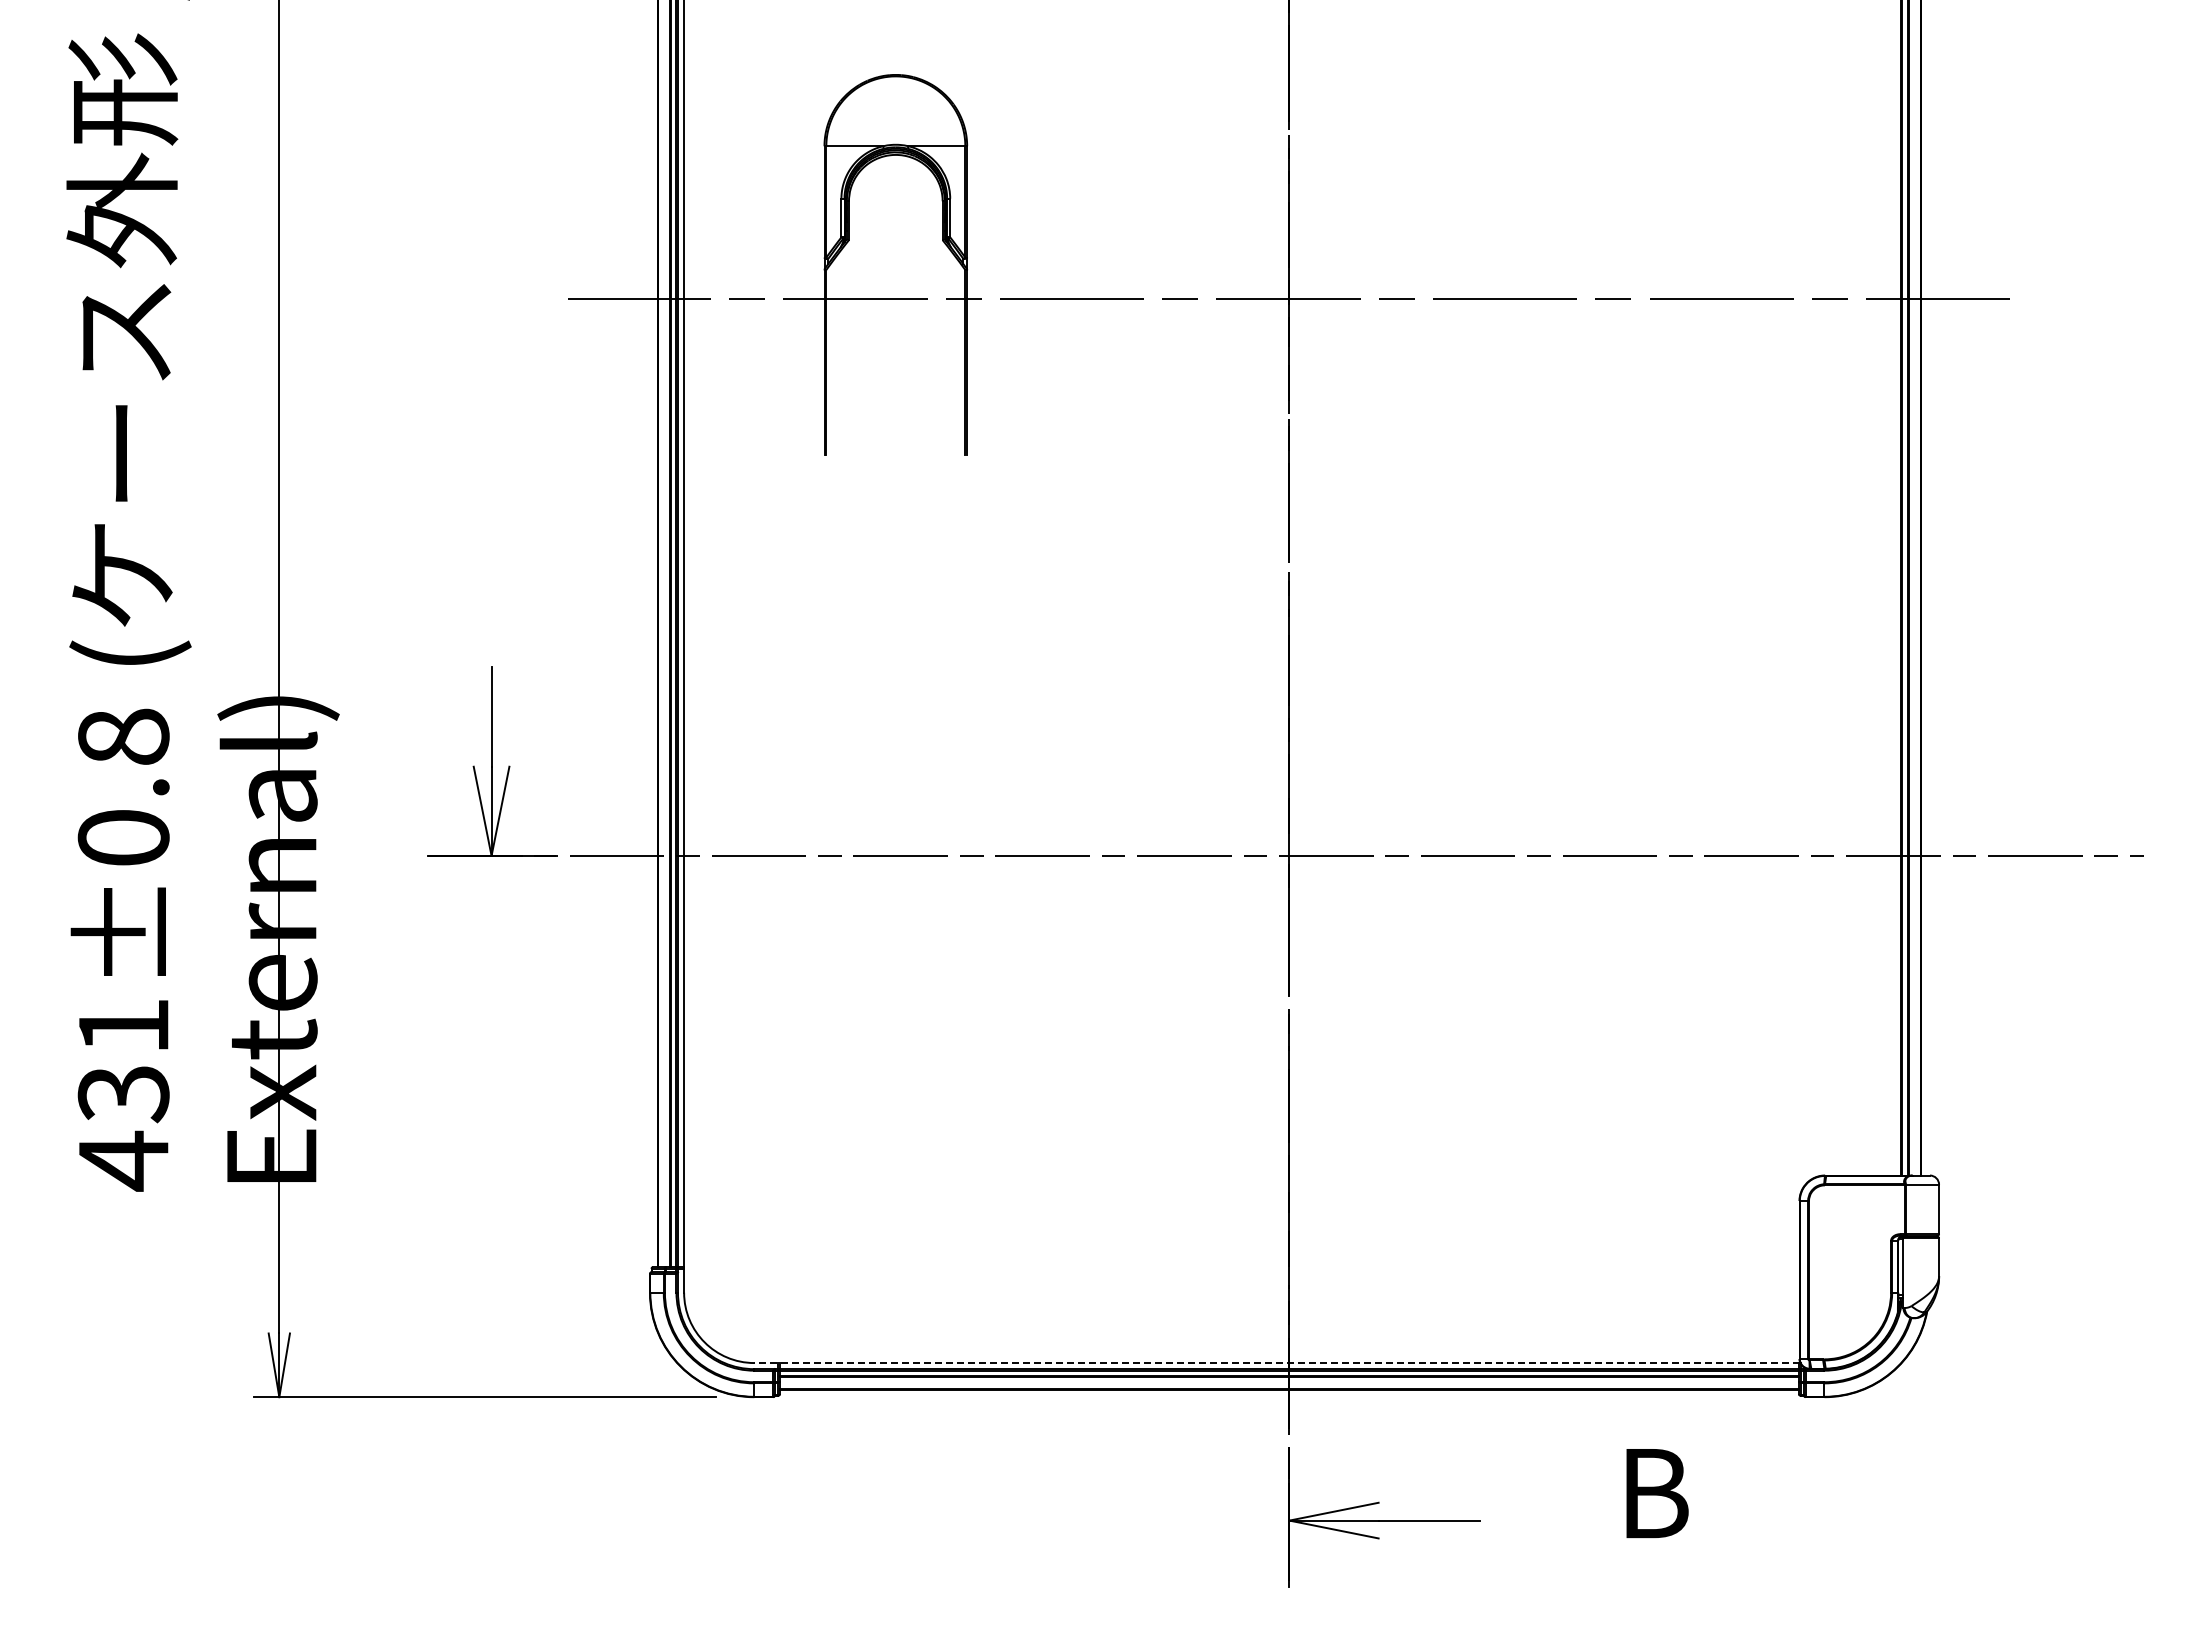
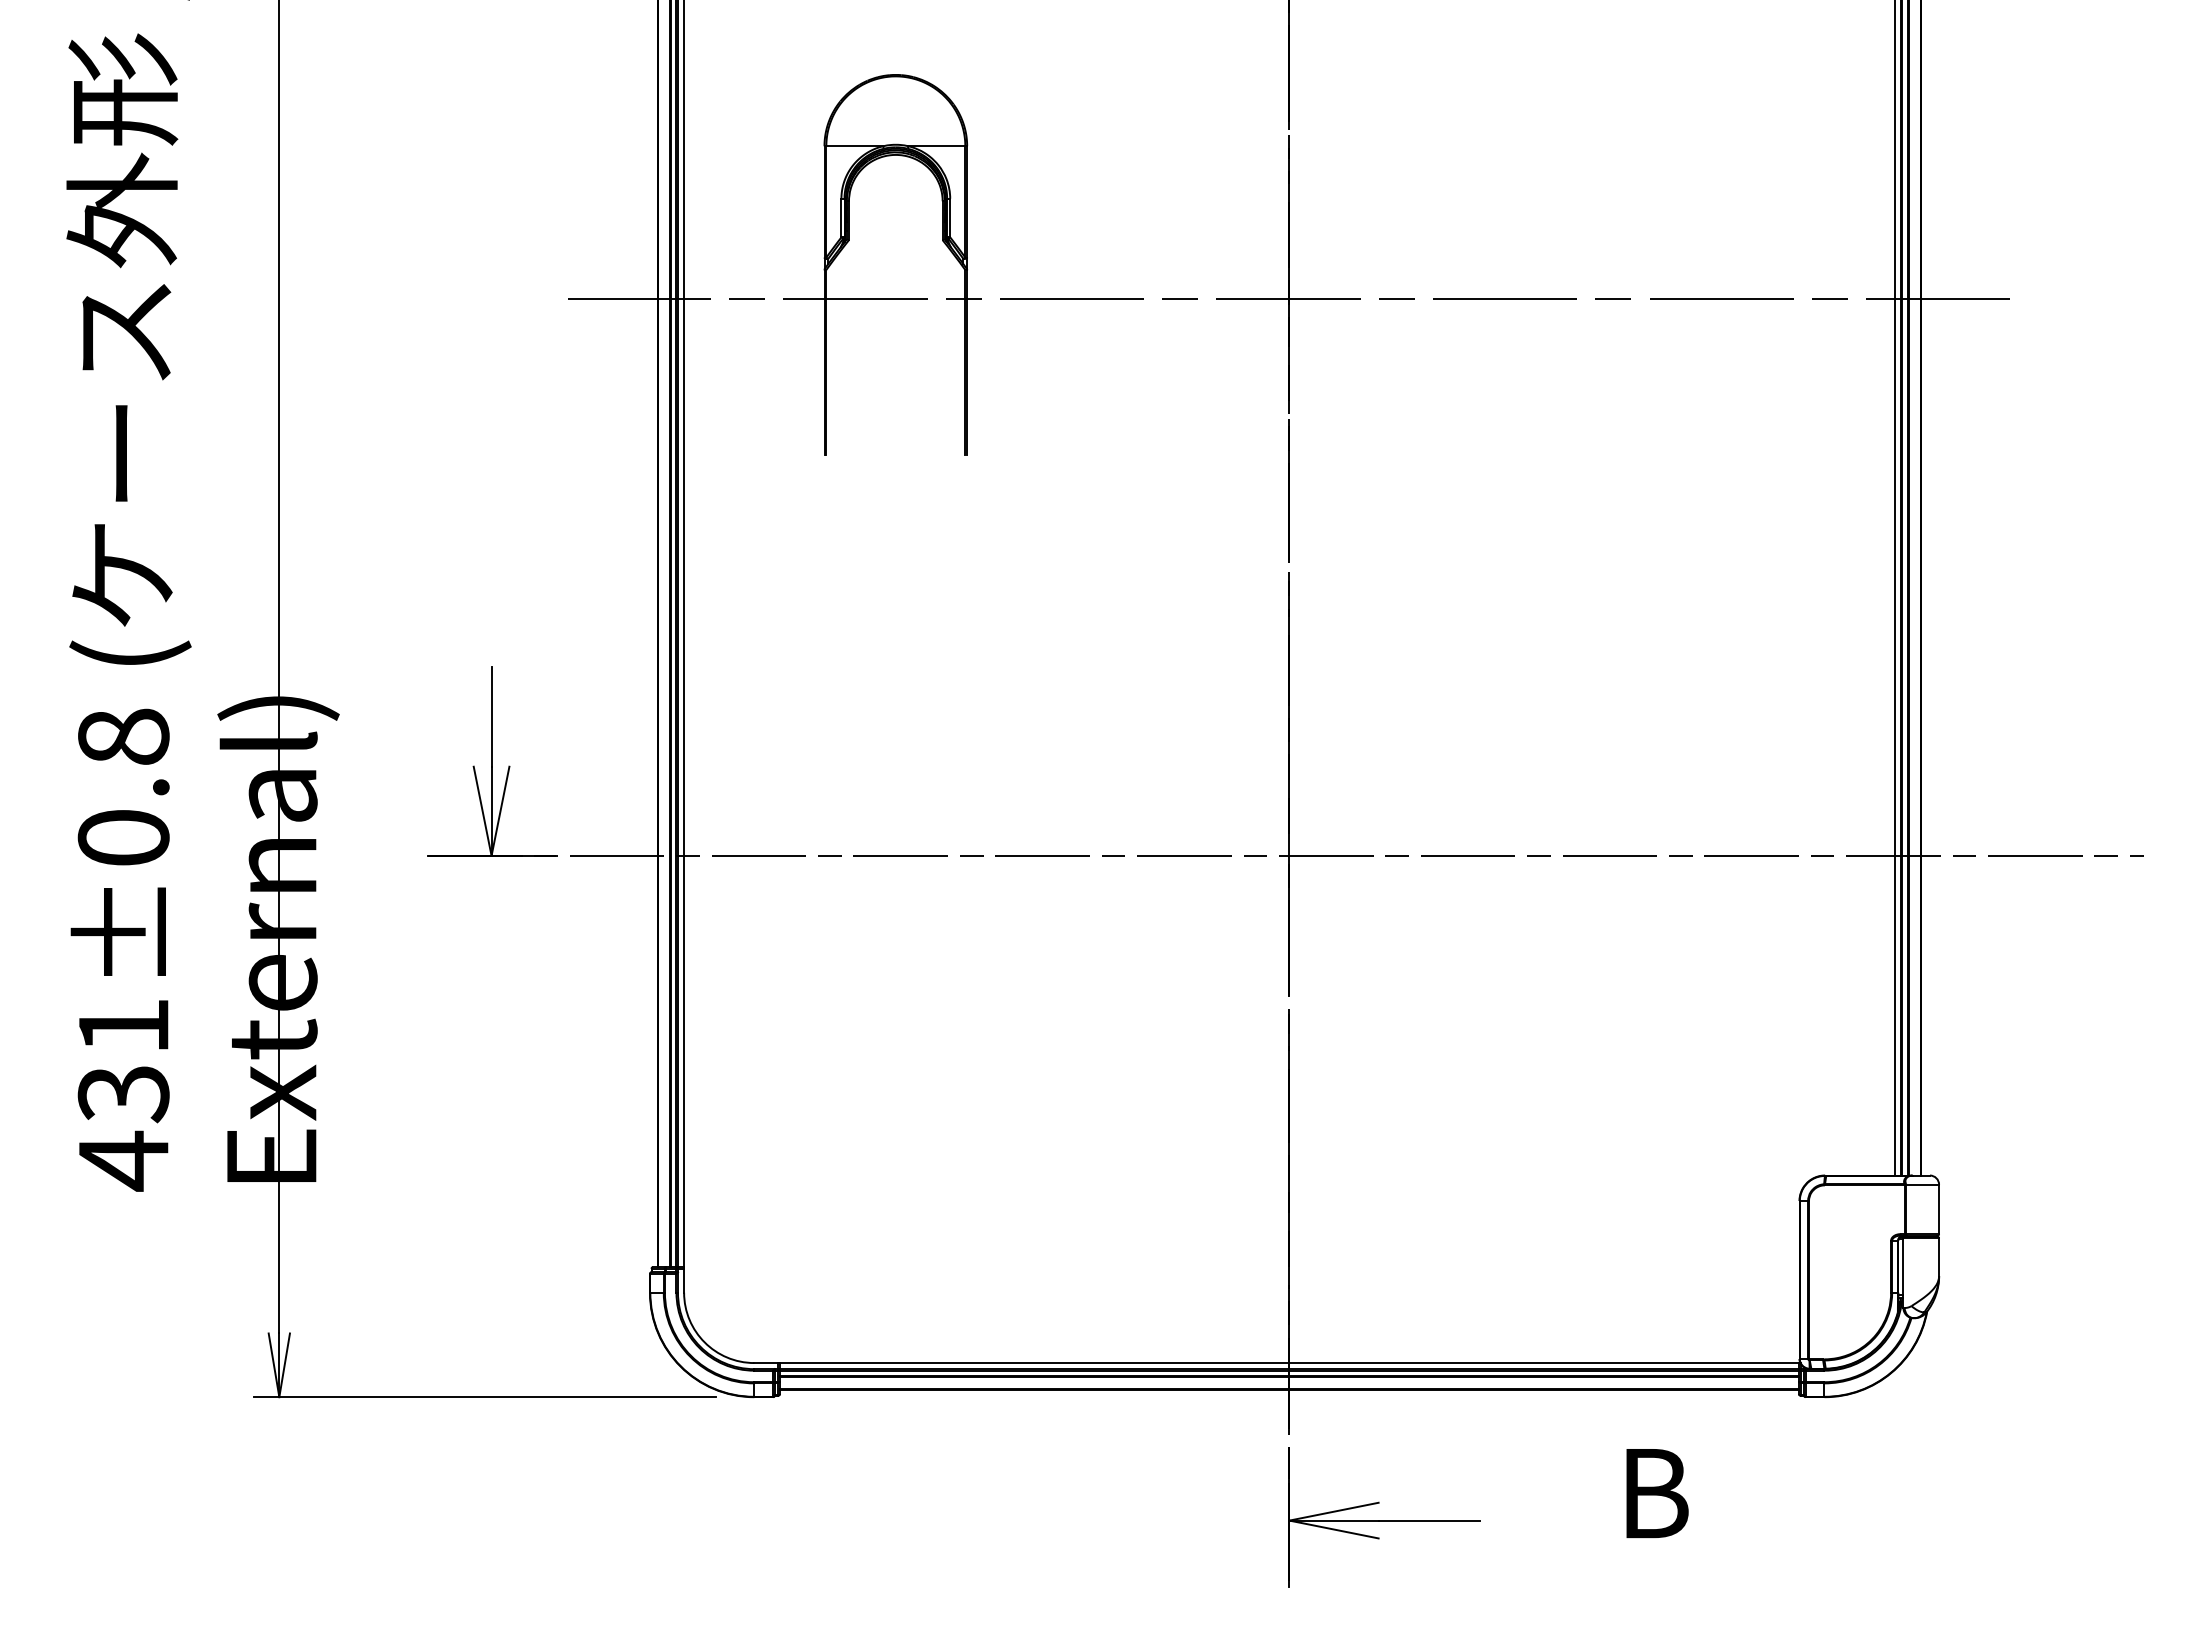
line at (1894, 588): none -> present
line at (1277, 1363): dashed -> solid
